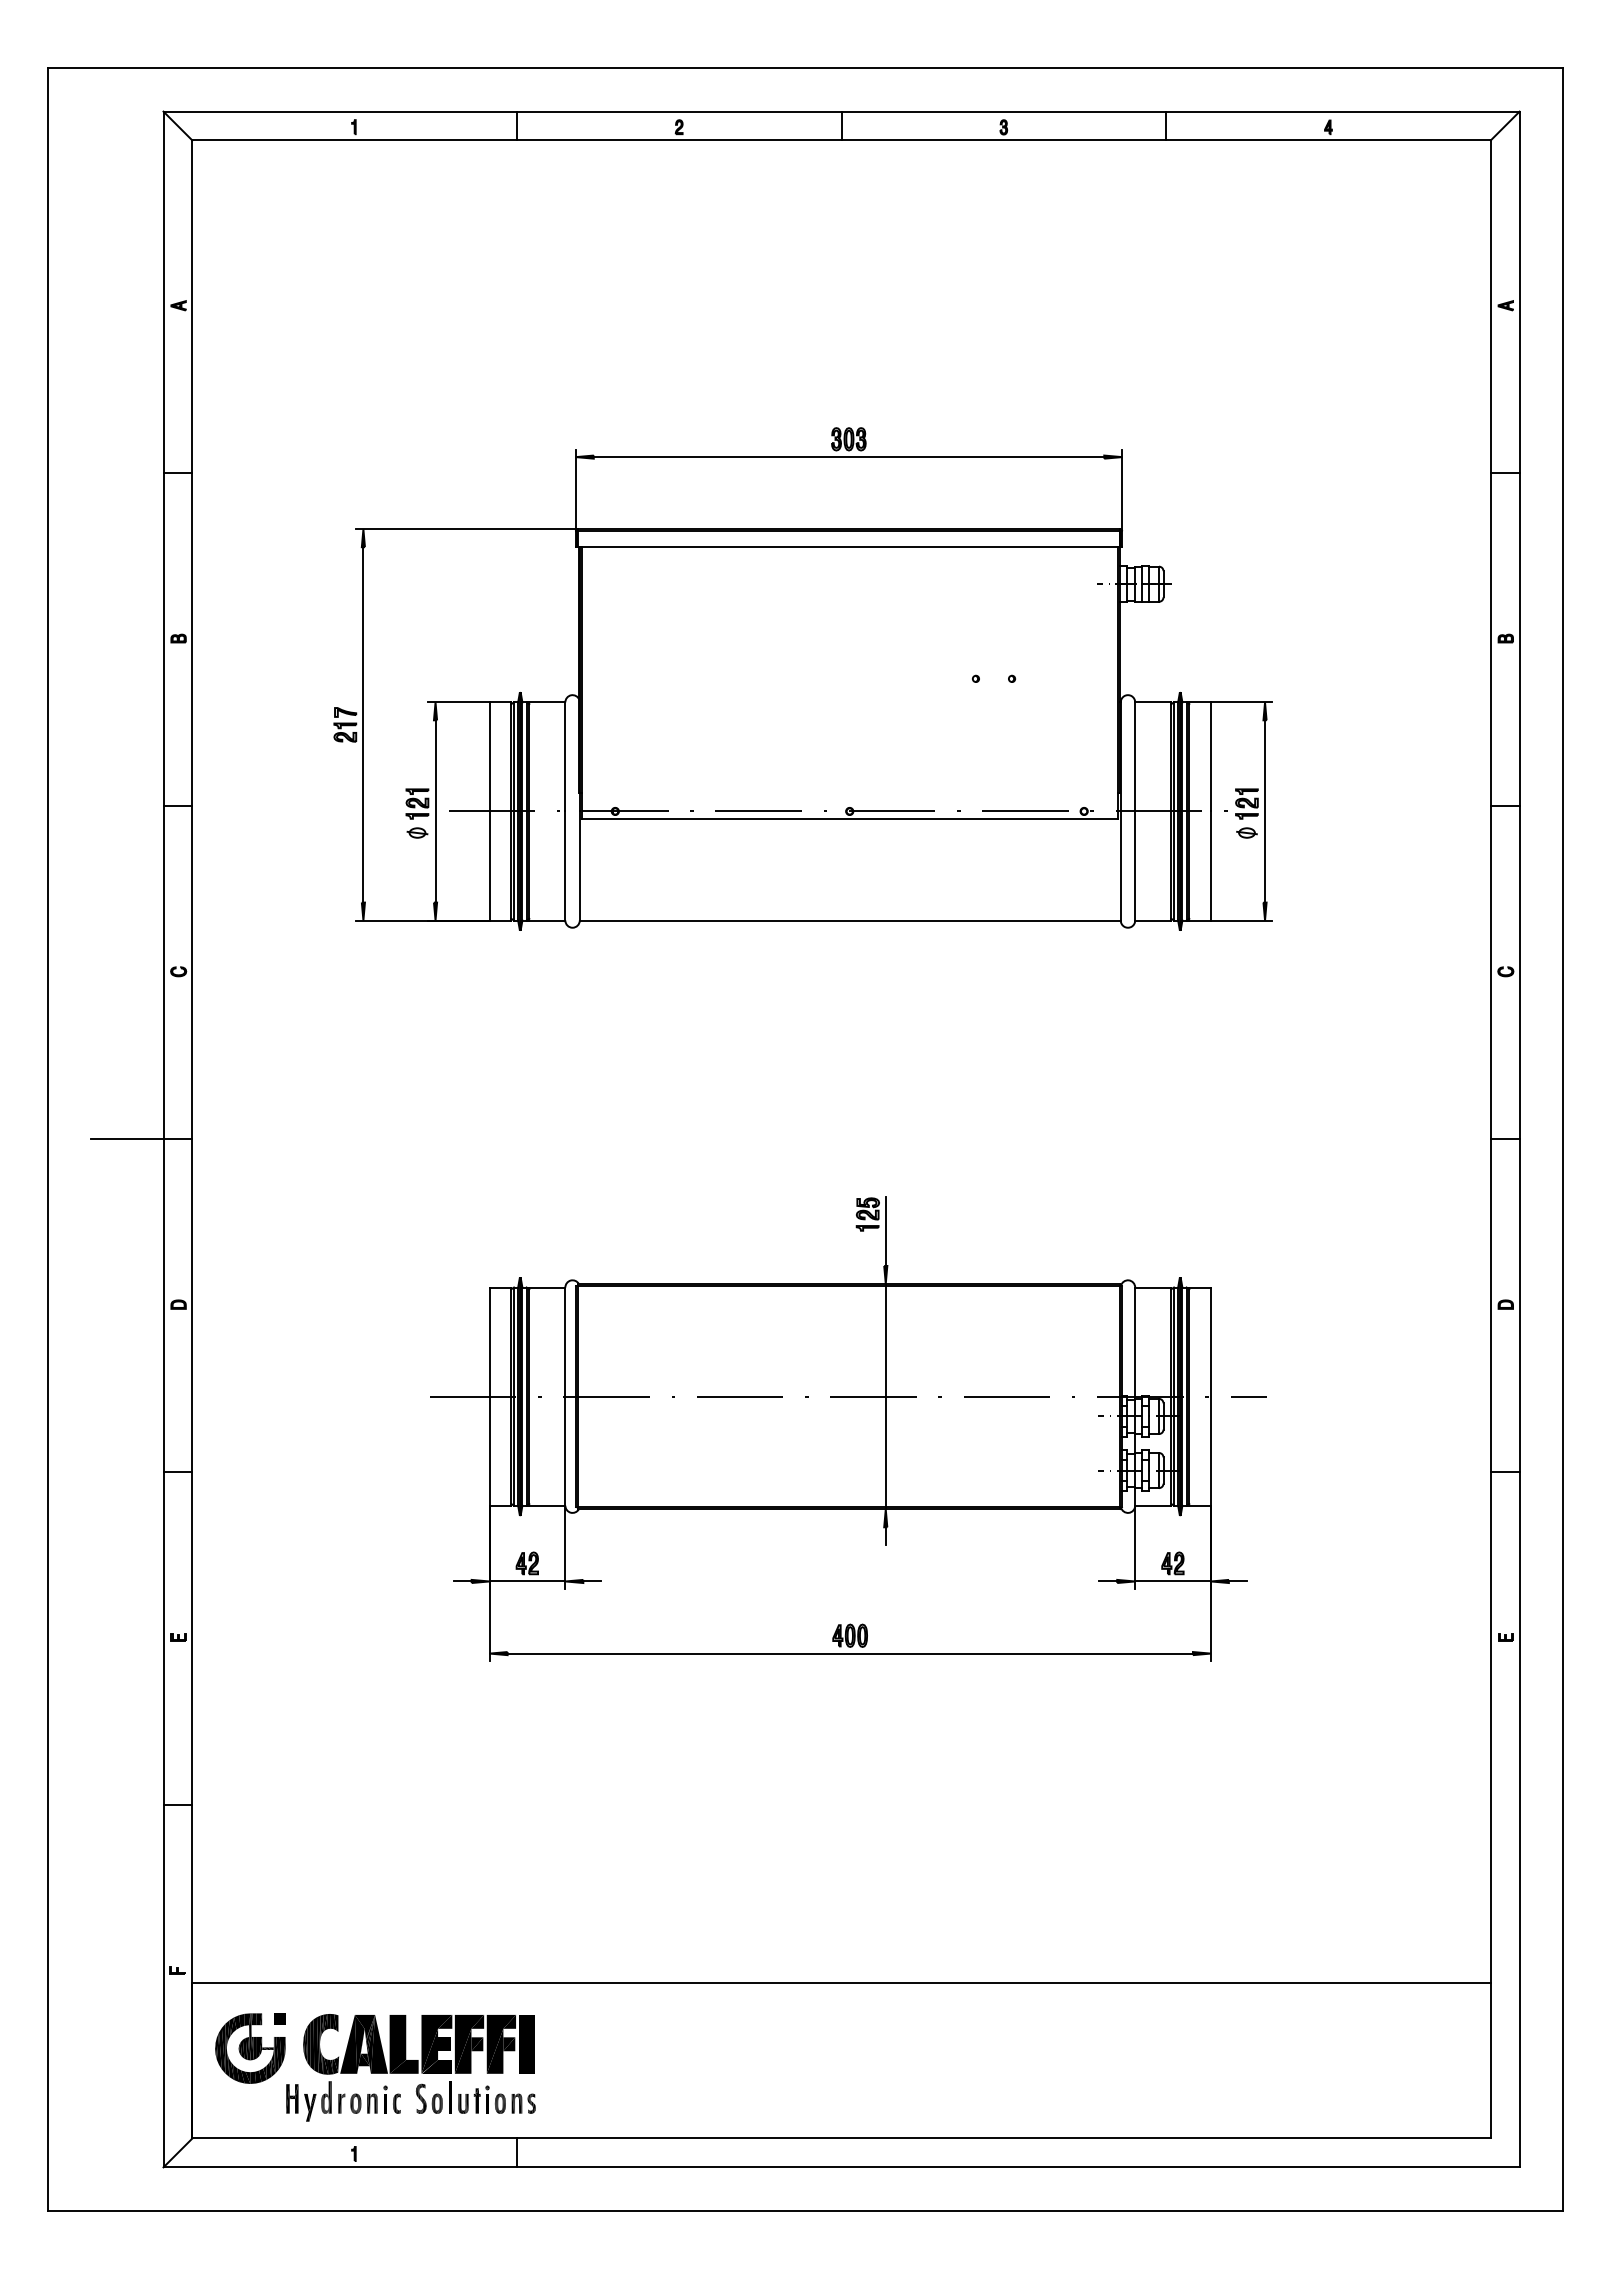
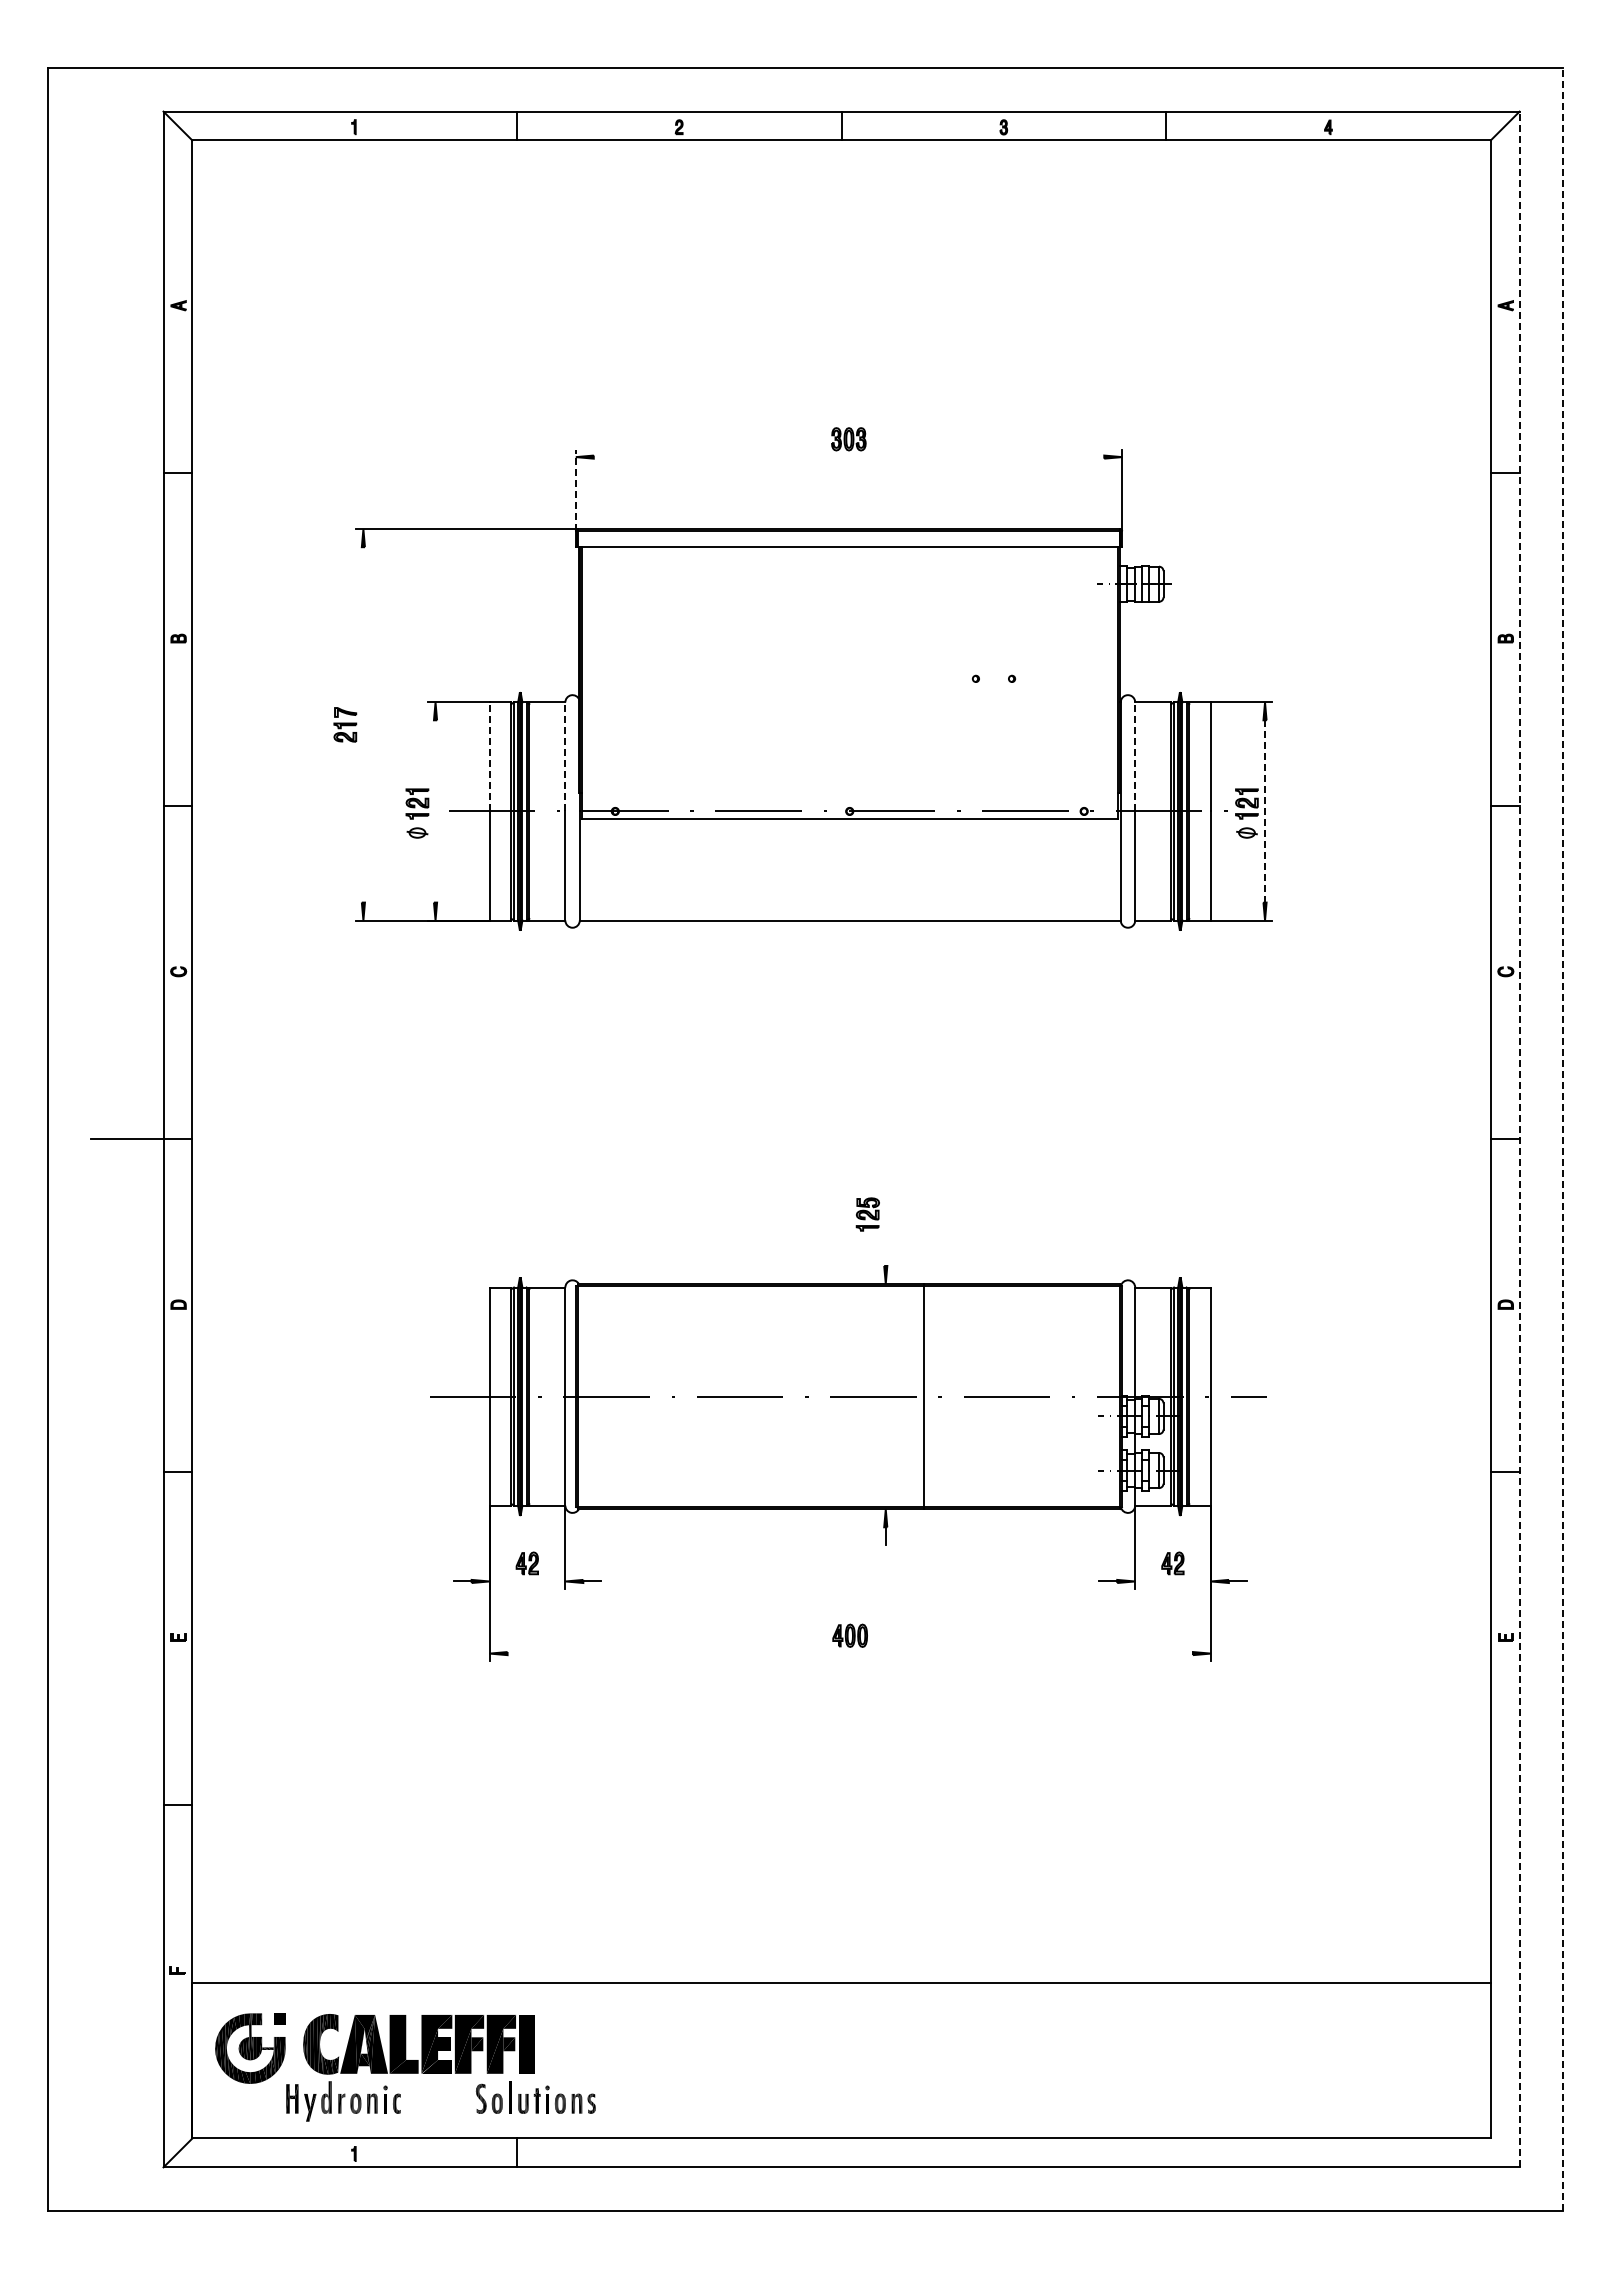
line at (848, 457): present -> none
line at (575, 490): solid -> dashed
line at (363, 724): present -> none
line at (489, 756): solid -> dashed
line at (565, 756): solid -> dashed
line at (1135, 756): solid -> dashed
line at (1265, 810): solid -> dashed
line at (435, 811): present -> none
line at (1519, 1139): solid -> dashed
line at (1562, 1139): solid -> dashed
line at (885, 1231): present -> none
line at (885, 1396) position: (885, 1396) -> (923, 1396)
line at (527, 1581): present -> none
line at (1172, 1581): present -> none
line at (849, 1653): present -> none
part at (475, 2097) position: (475, 2097) -> (535, 2097)
